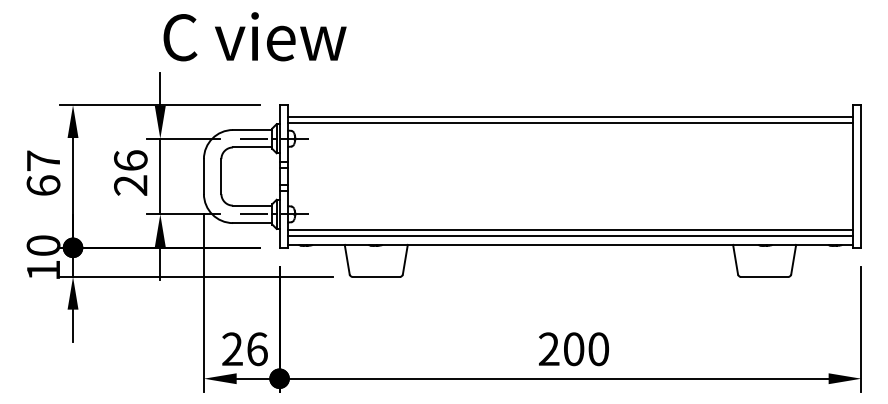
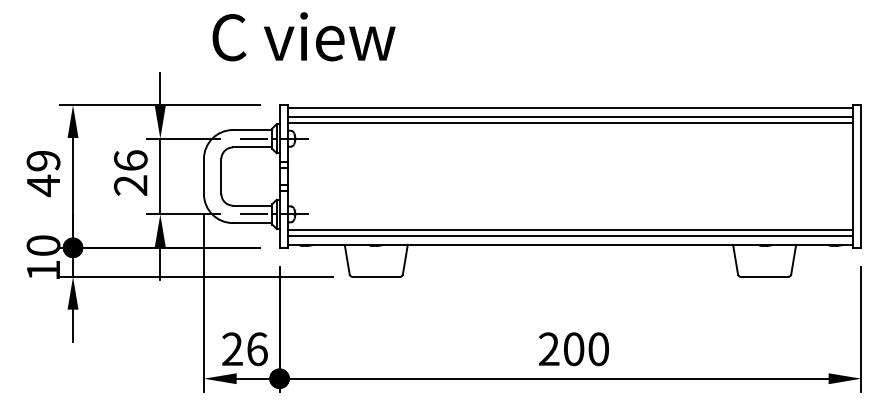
text at (254, 36) position: (254, 36) -> (303, 36)
line at (570, 108): none -> present
text at (43, 173): 67 -> 49
